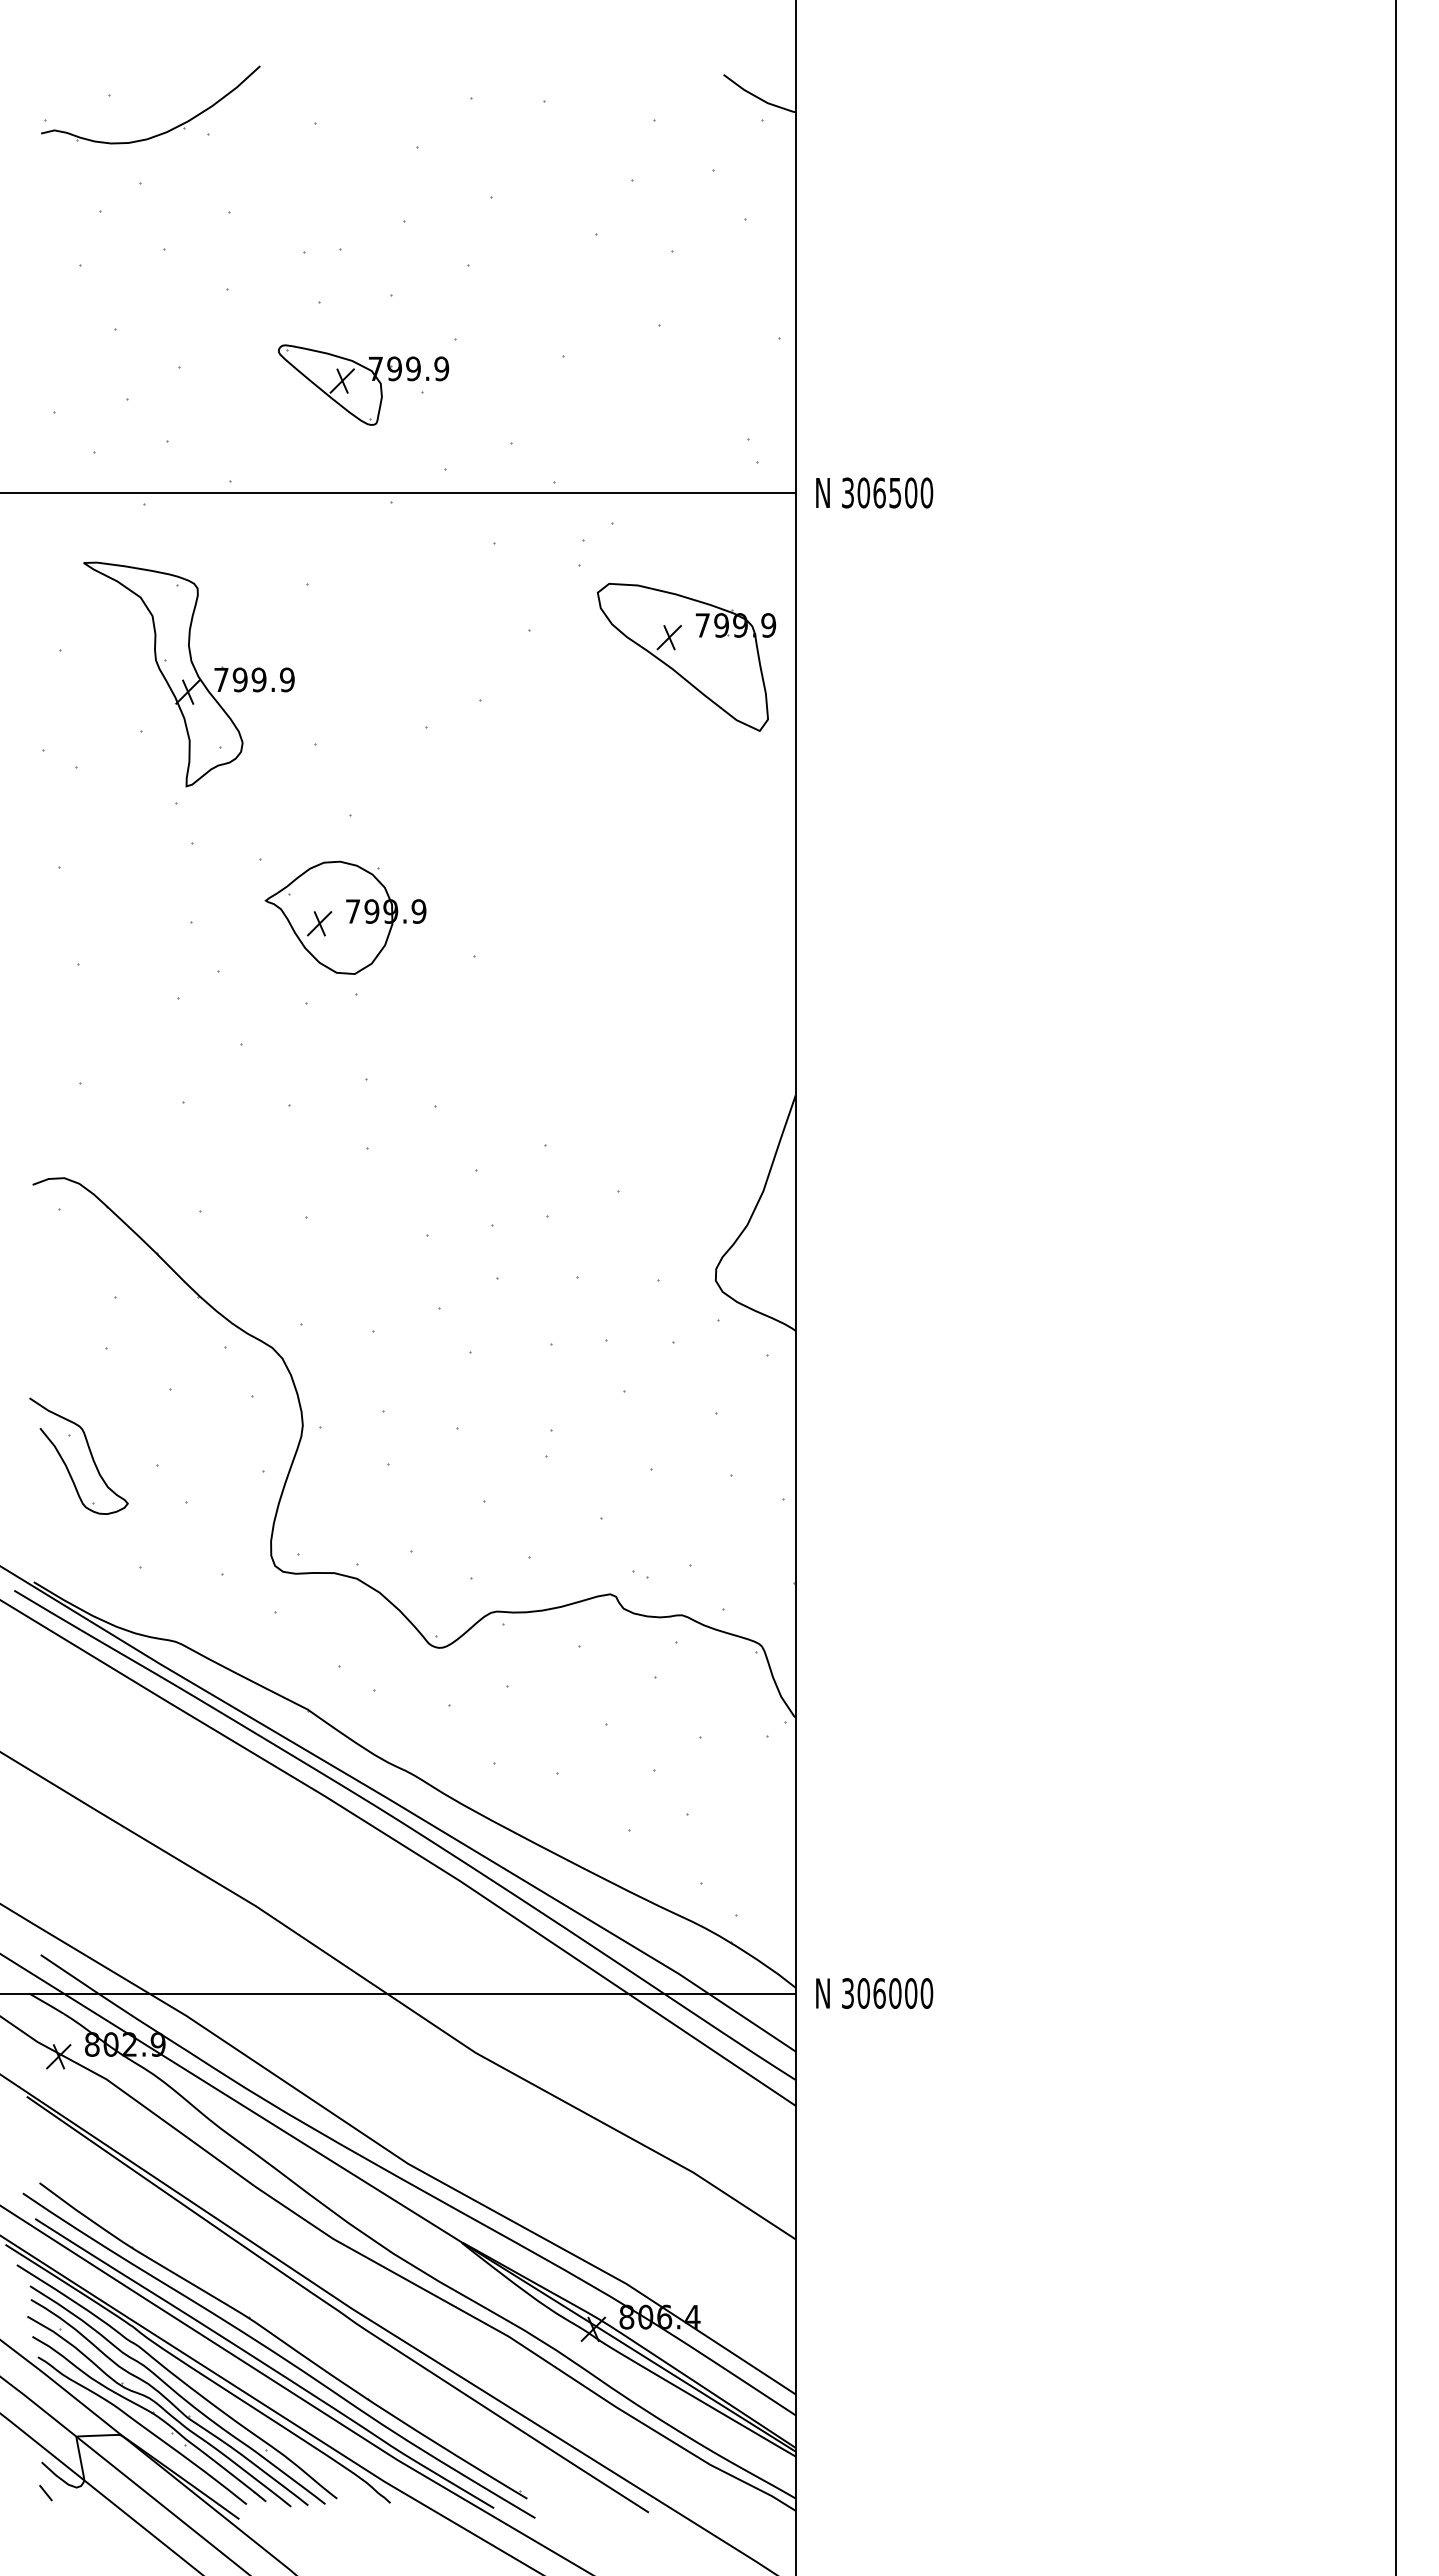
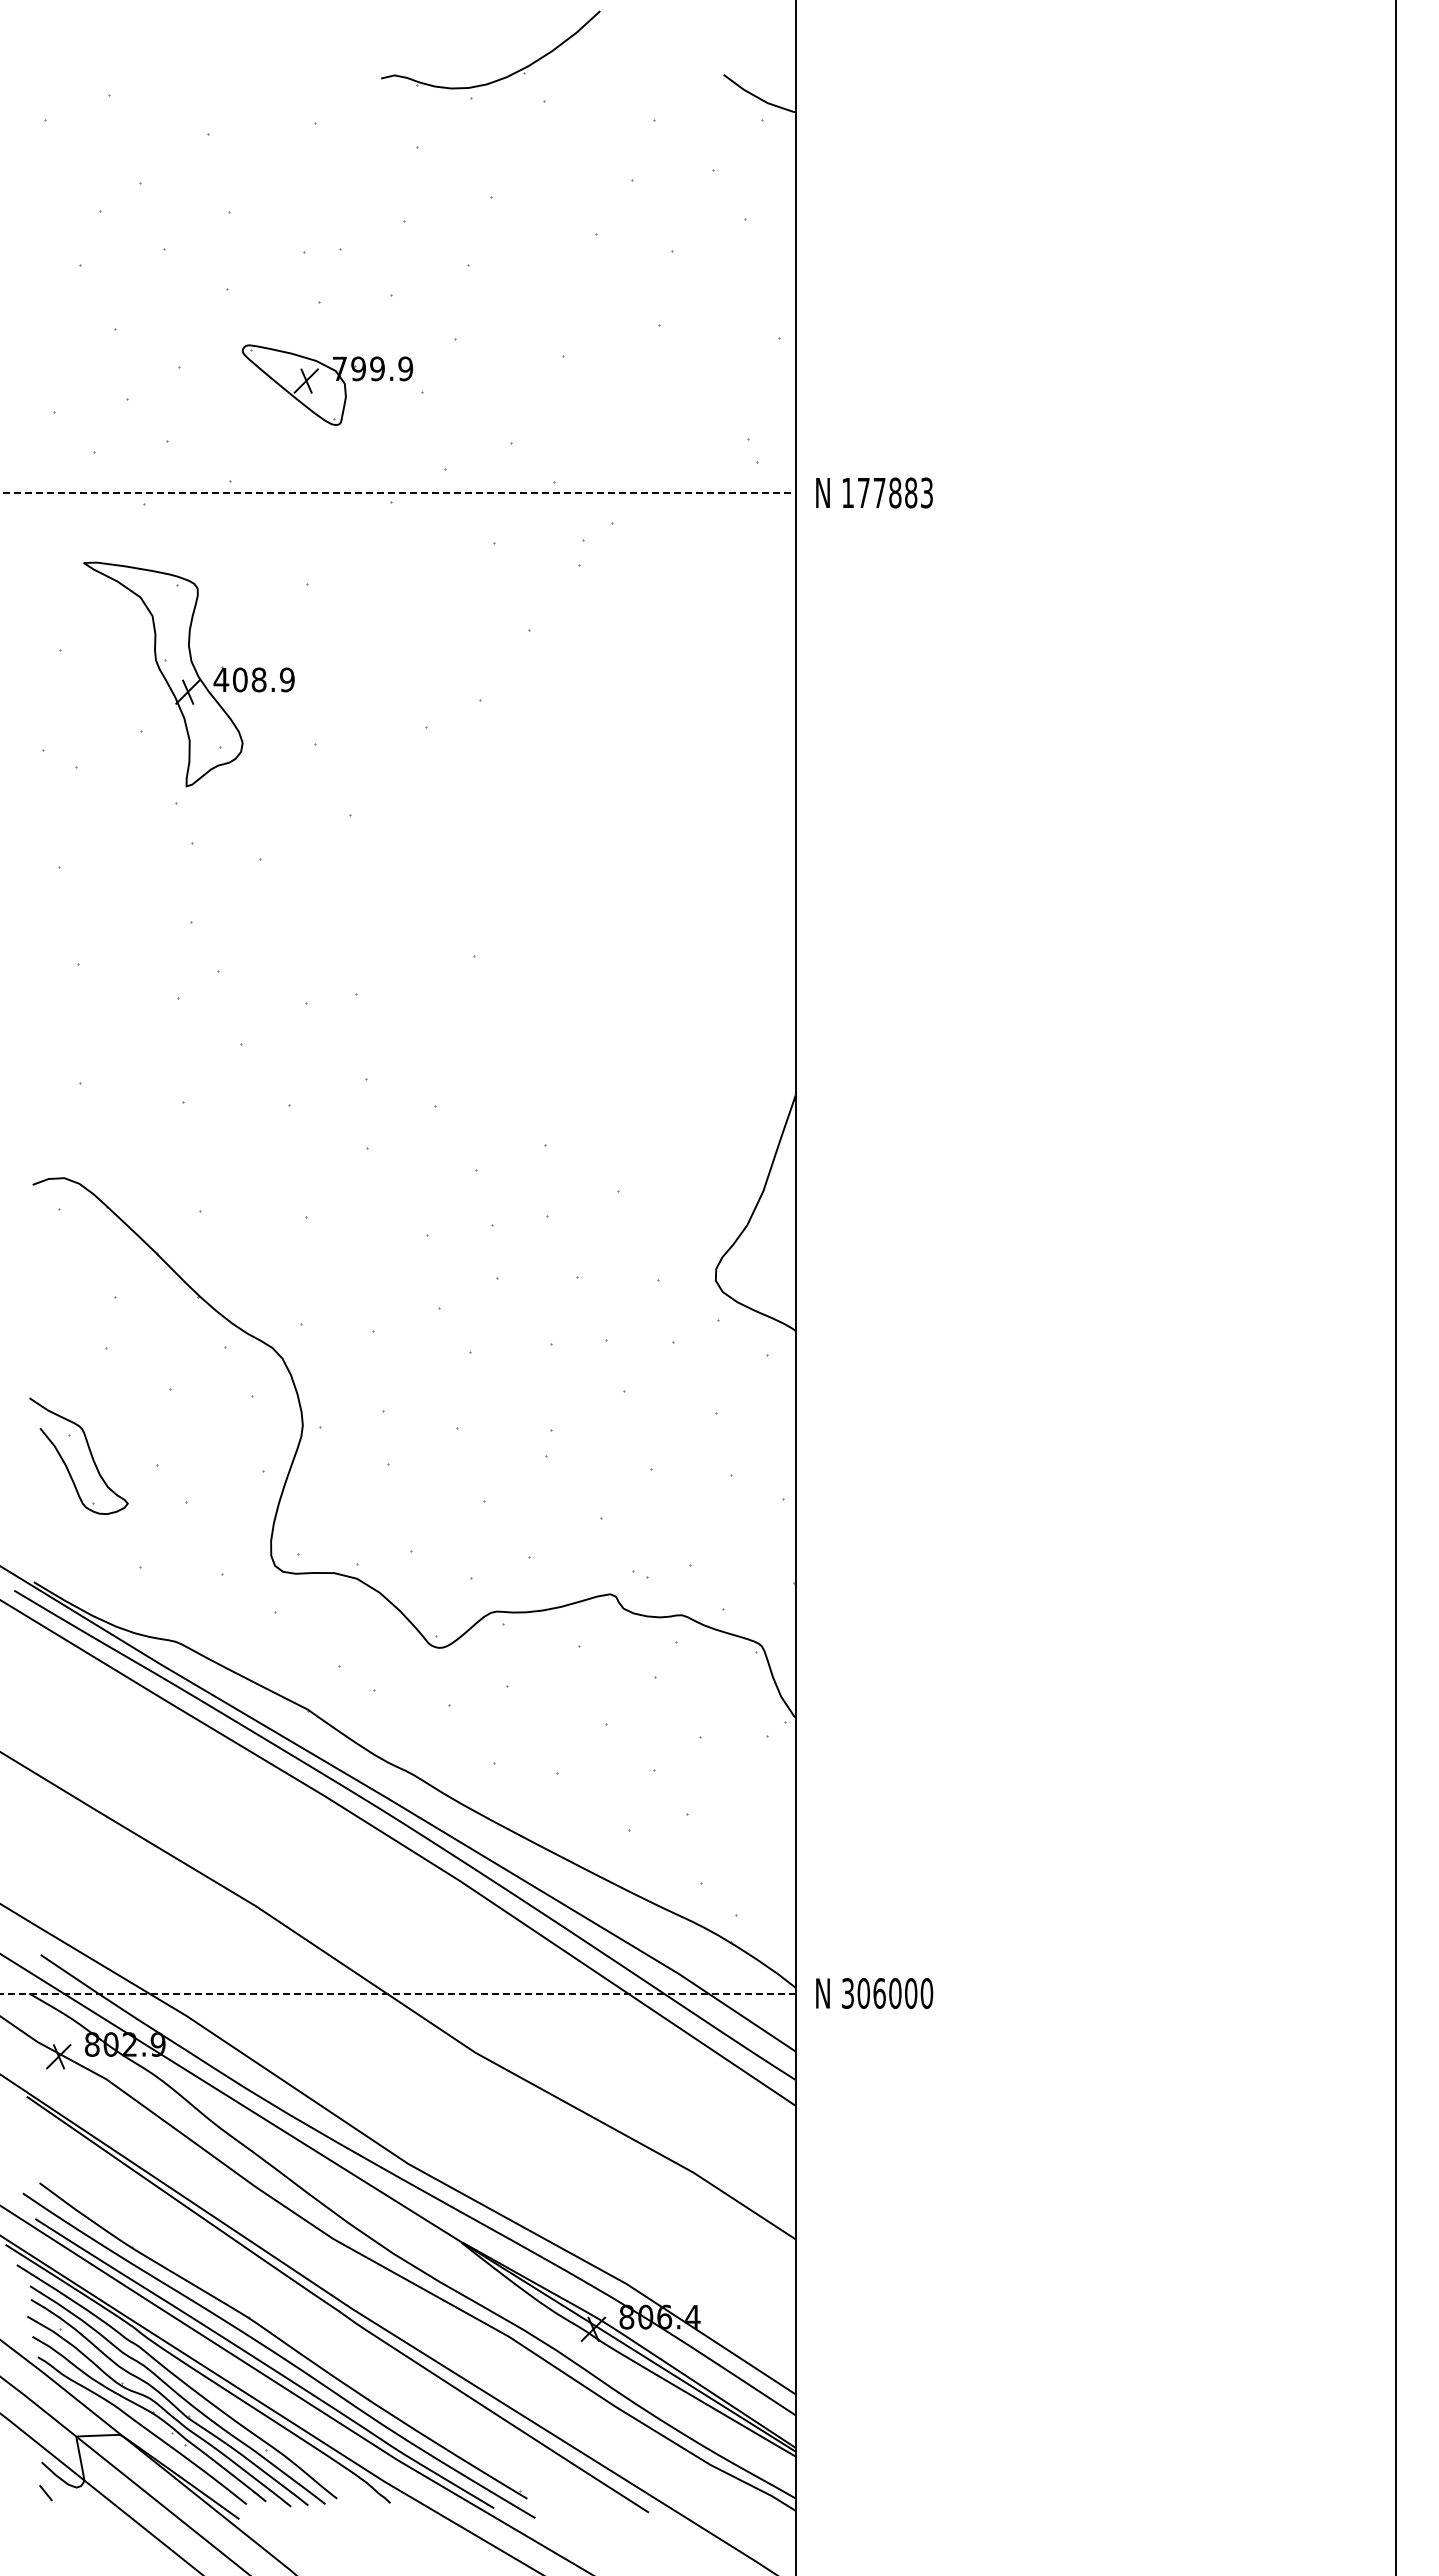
part at (159, 133) position: (159, 133) -> (499, 78)
part at (363, 384) position: (363, 384) -> (327, 384)
text at (887, 492): 306500 -> 177883
line at (398, 493): solid -> dashed
part at (686, 657): present -> none
text at (239, 679): 799.9 -> 408.9
part at (345, 917): present -> none
line at (398, 1993): solid -> dashed
